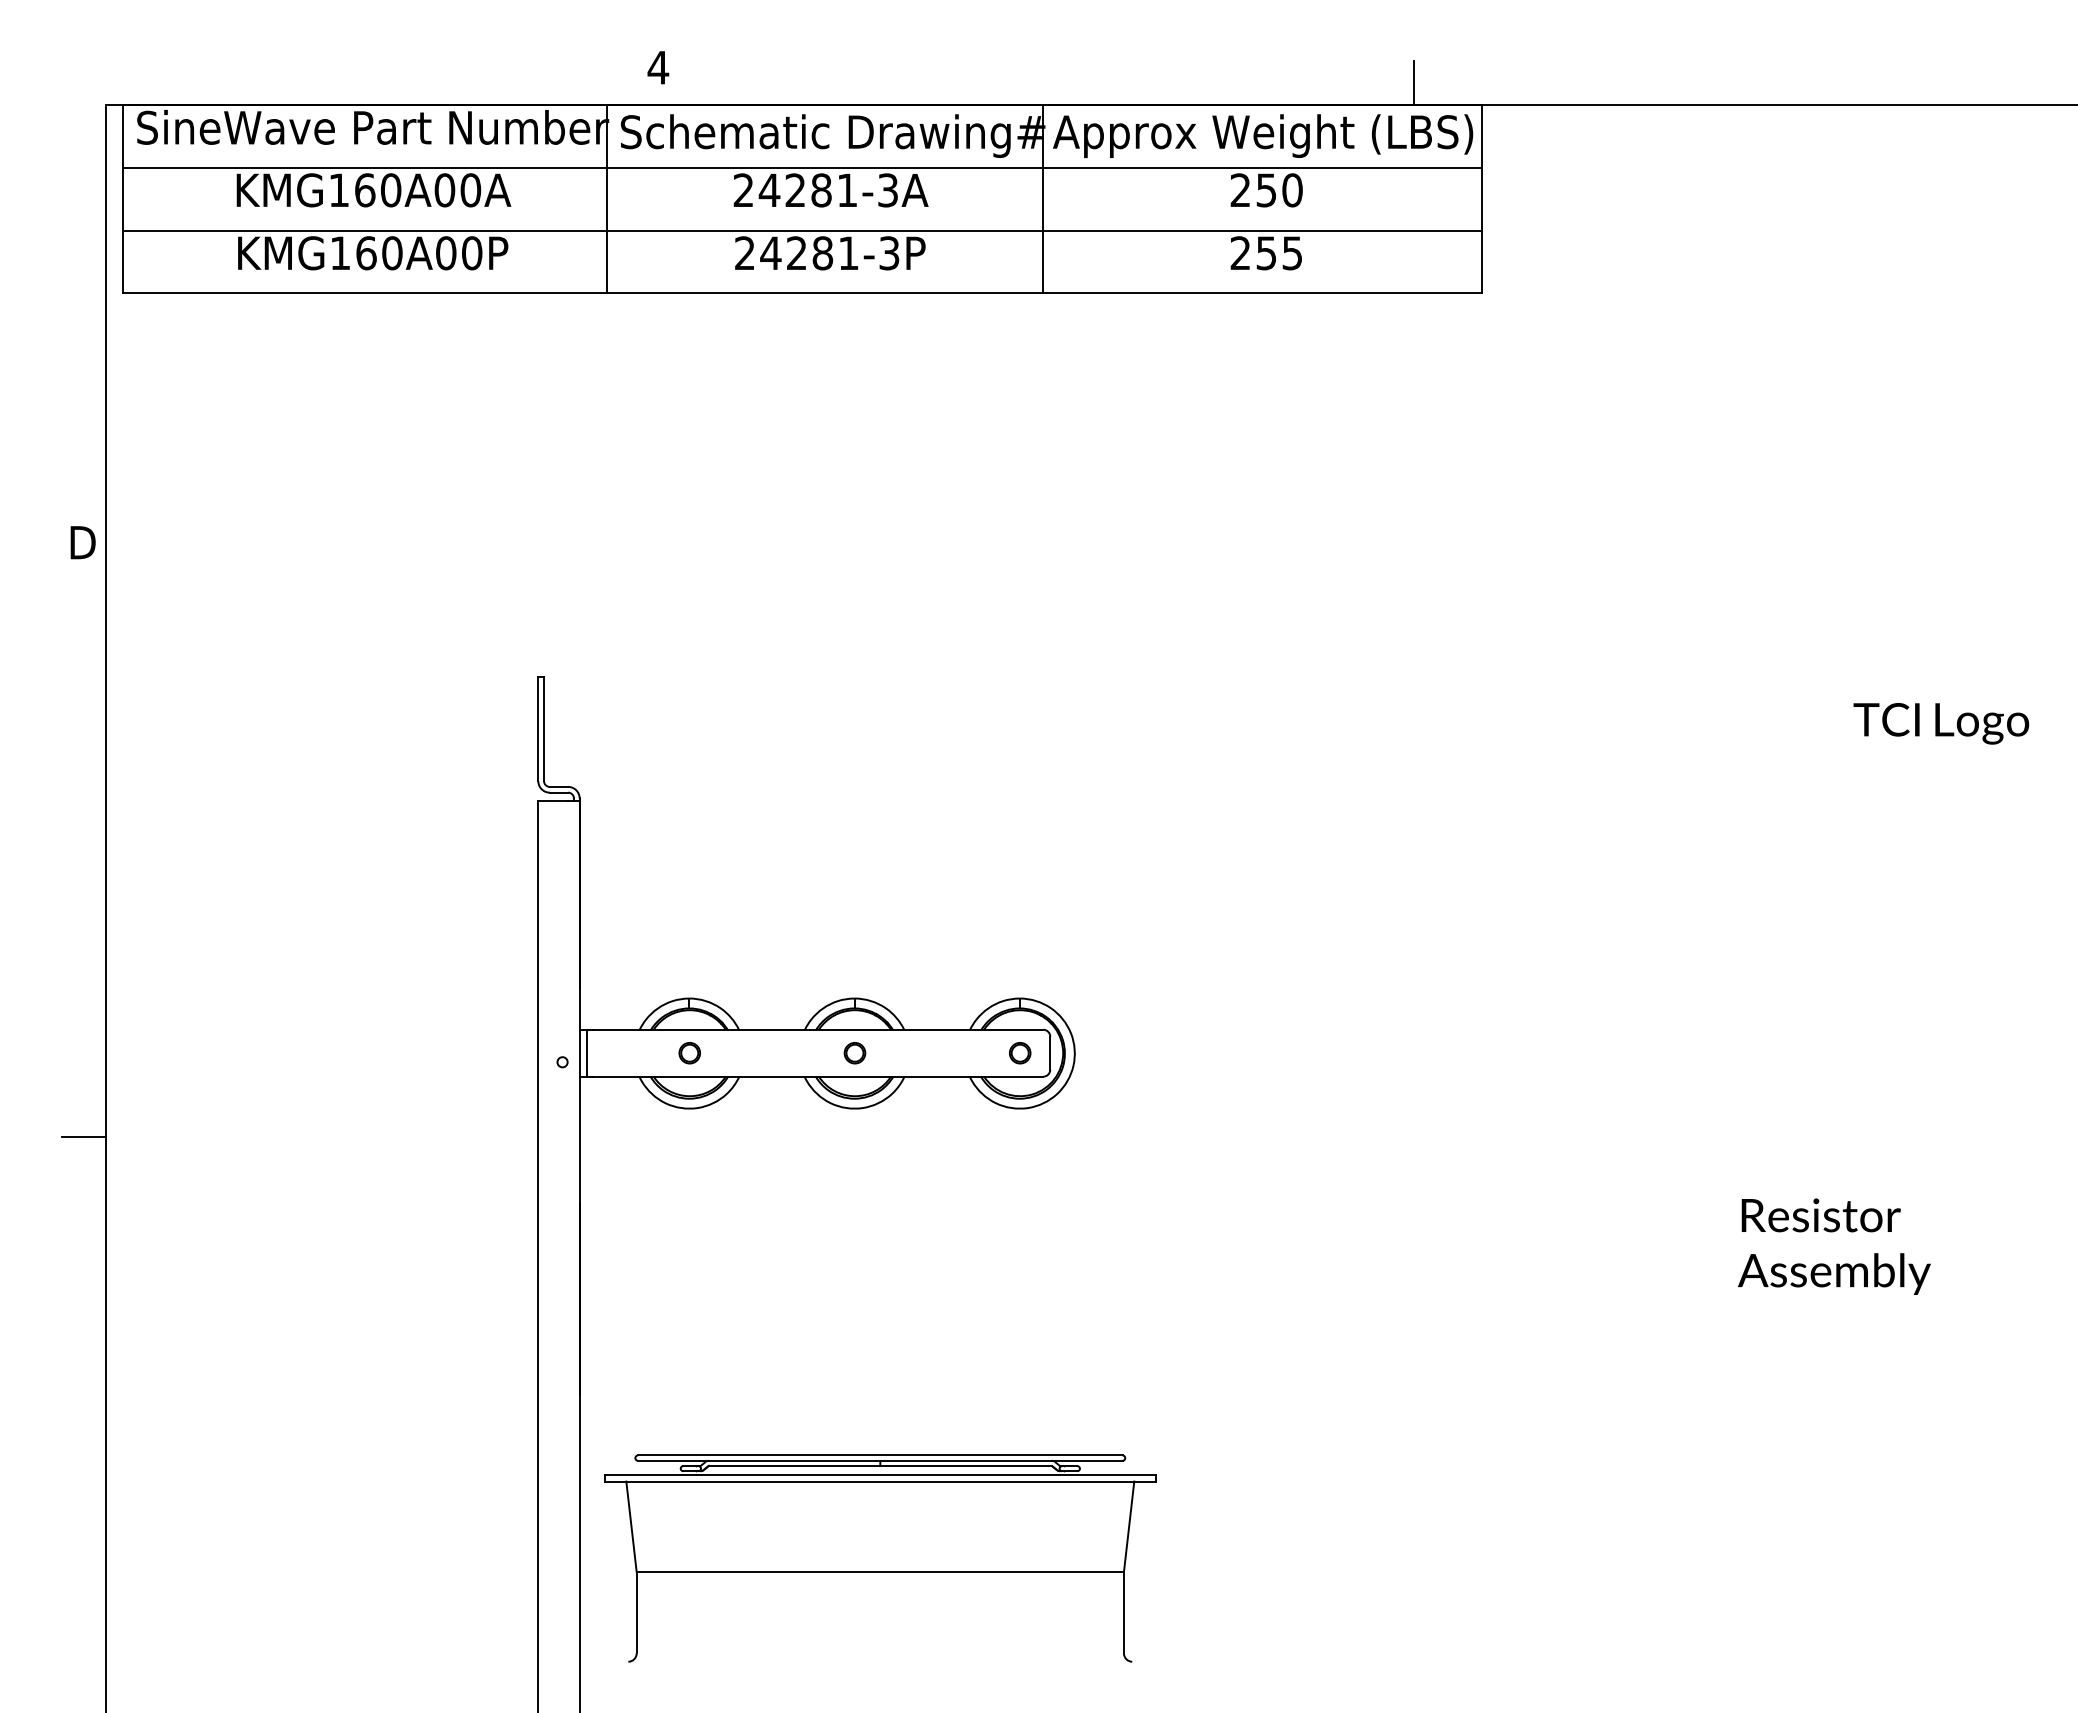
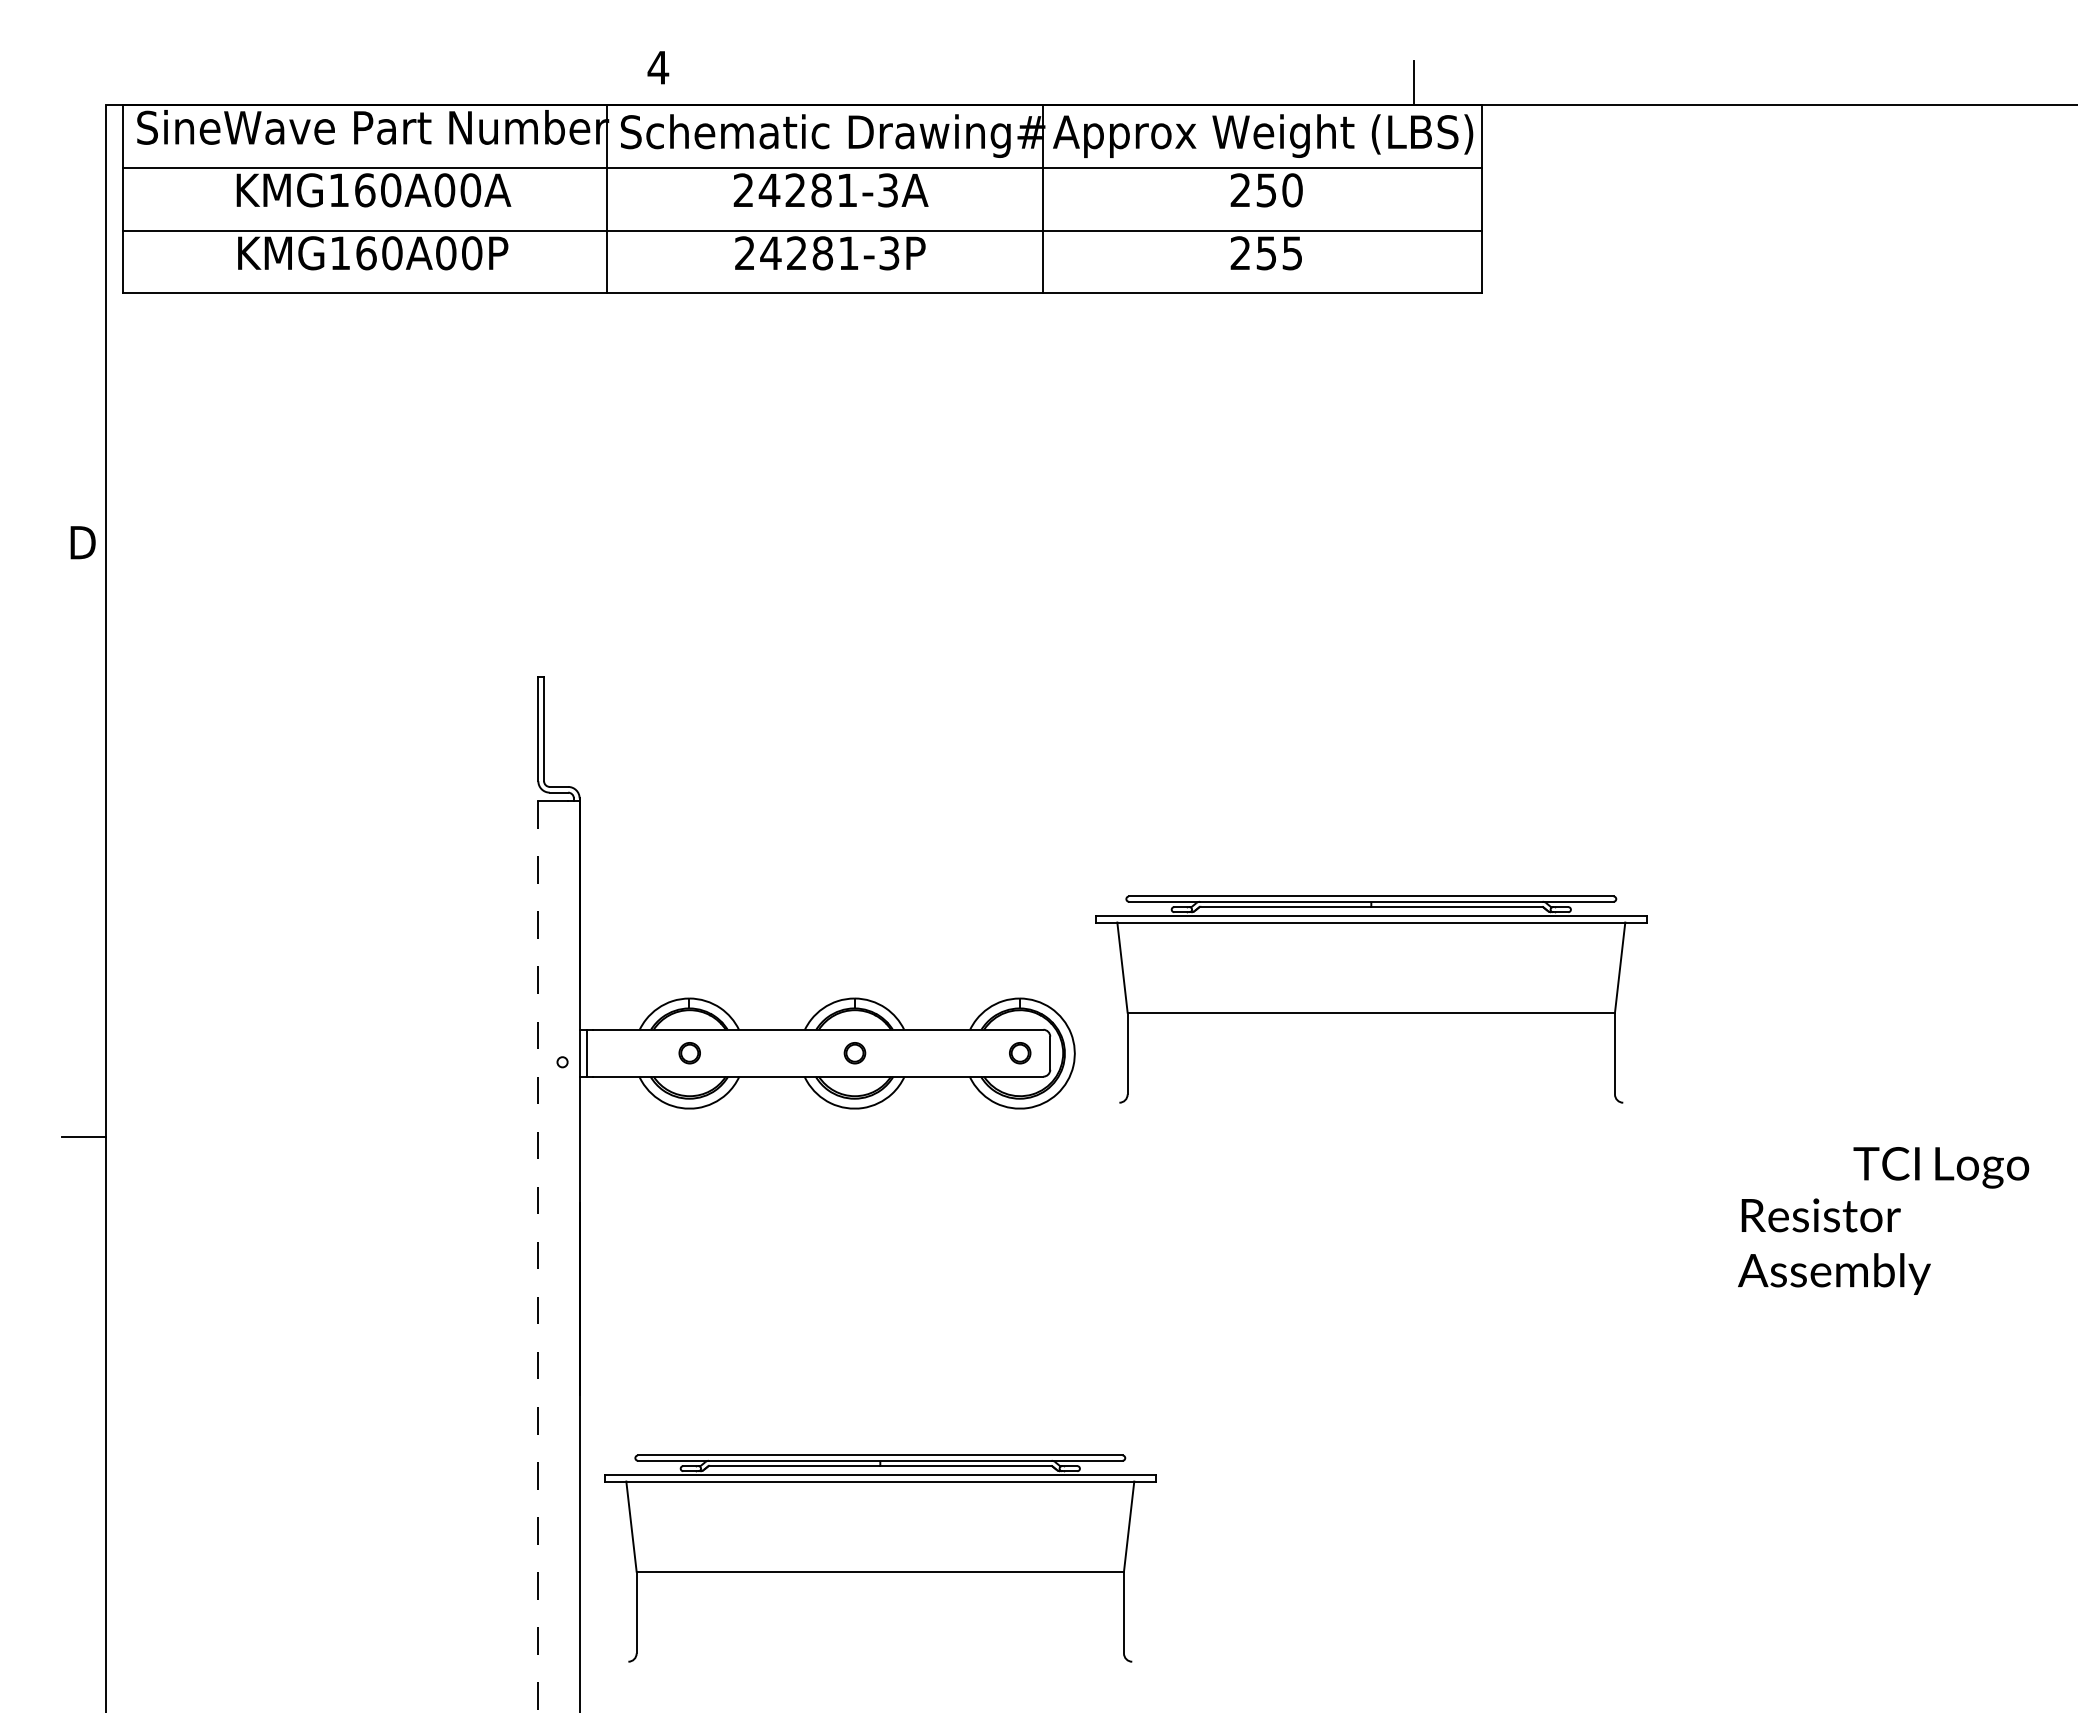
text at (1941, 723) position: (1941, 723) -> (1941, 1167)
part at (1371, 999): none -> present
line at (538, 1257): solid -> dashed
